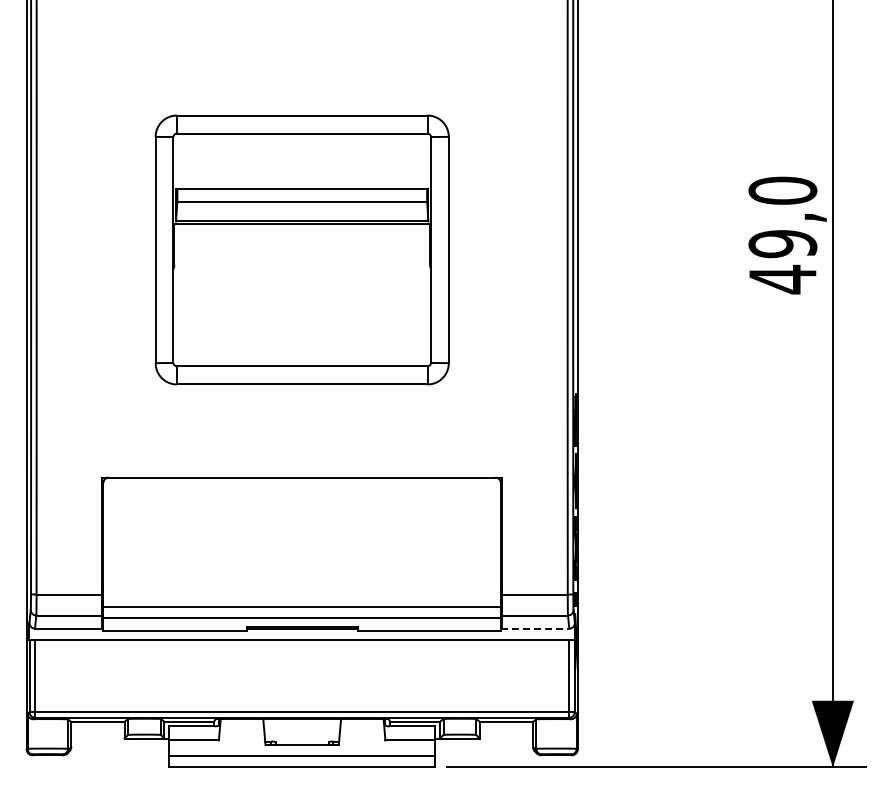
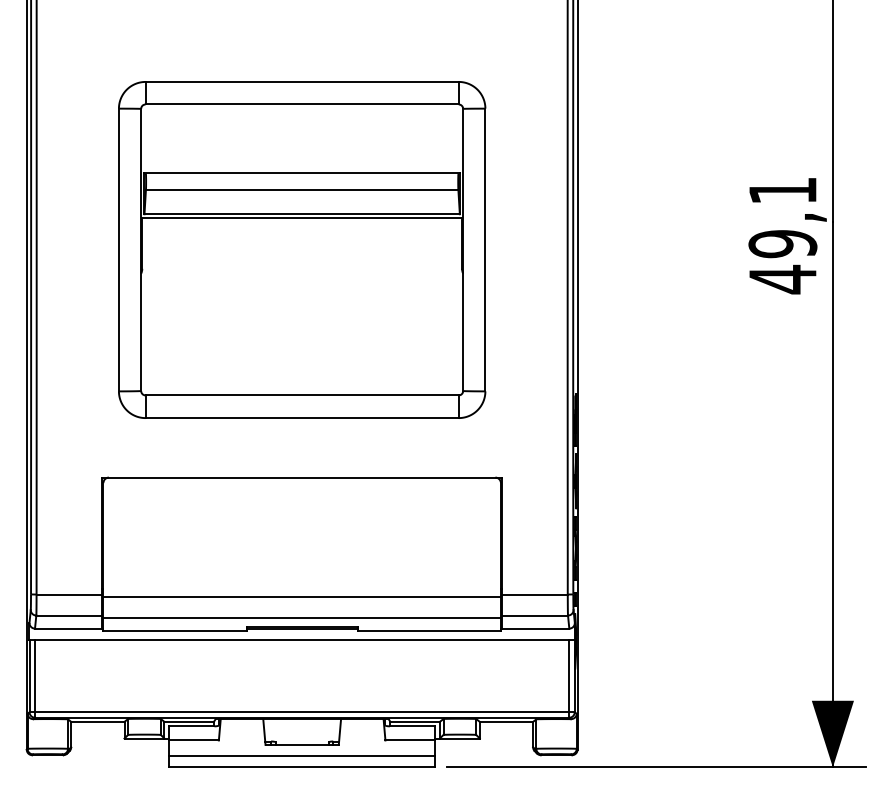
text at (782, 190): 49,0 -> 49,1
part at (301, 249) size: 296x272 px -> 369x338 px
line at (301, 607) position: (301, 607) -> (301, 597)
line at (535, 628): dashed -> solid
